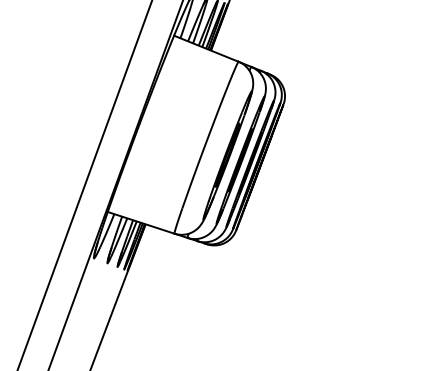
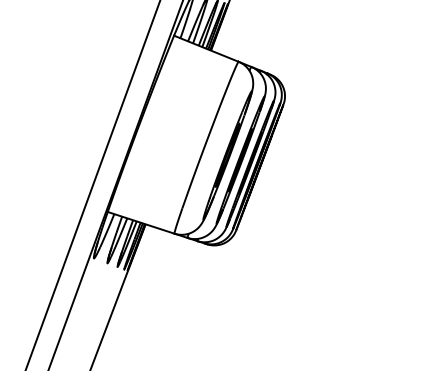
line at (84, 184) position: (84, 184) -> (92, 184)
